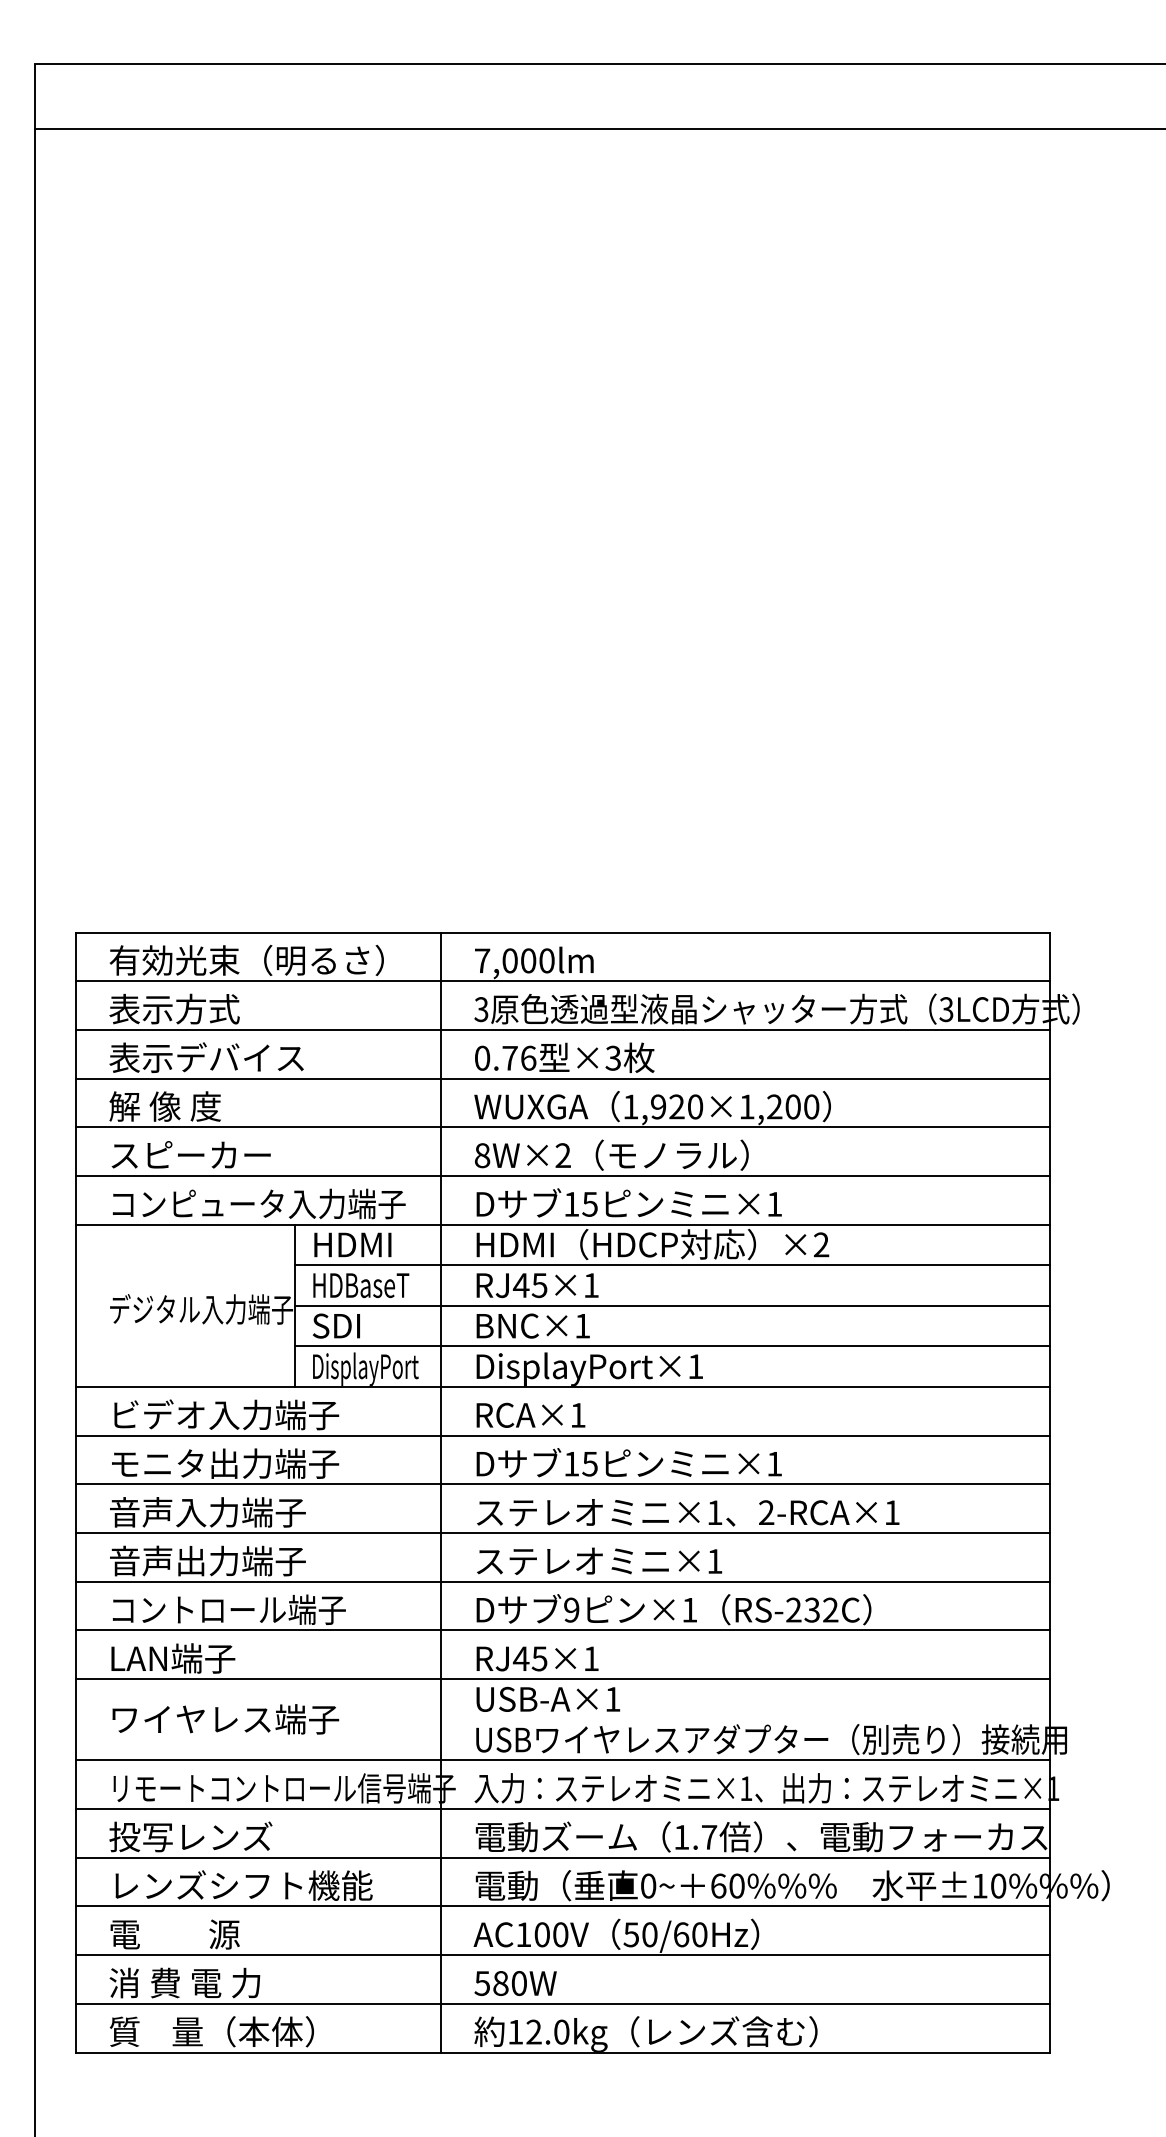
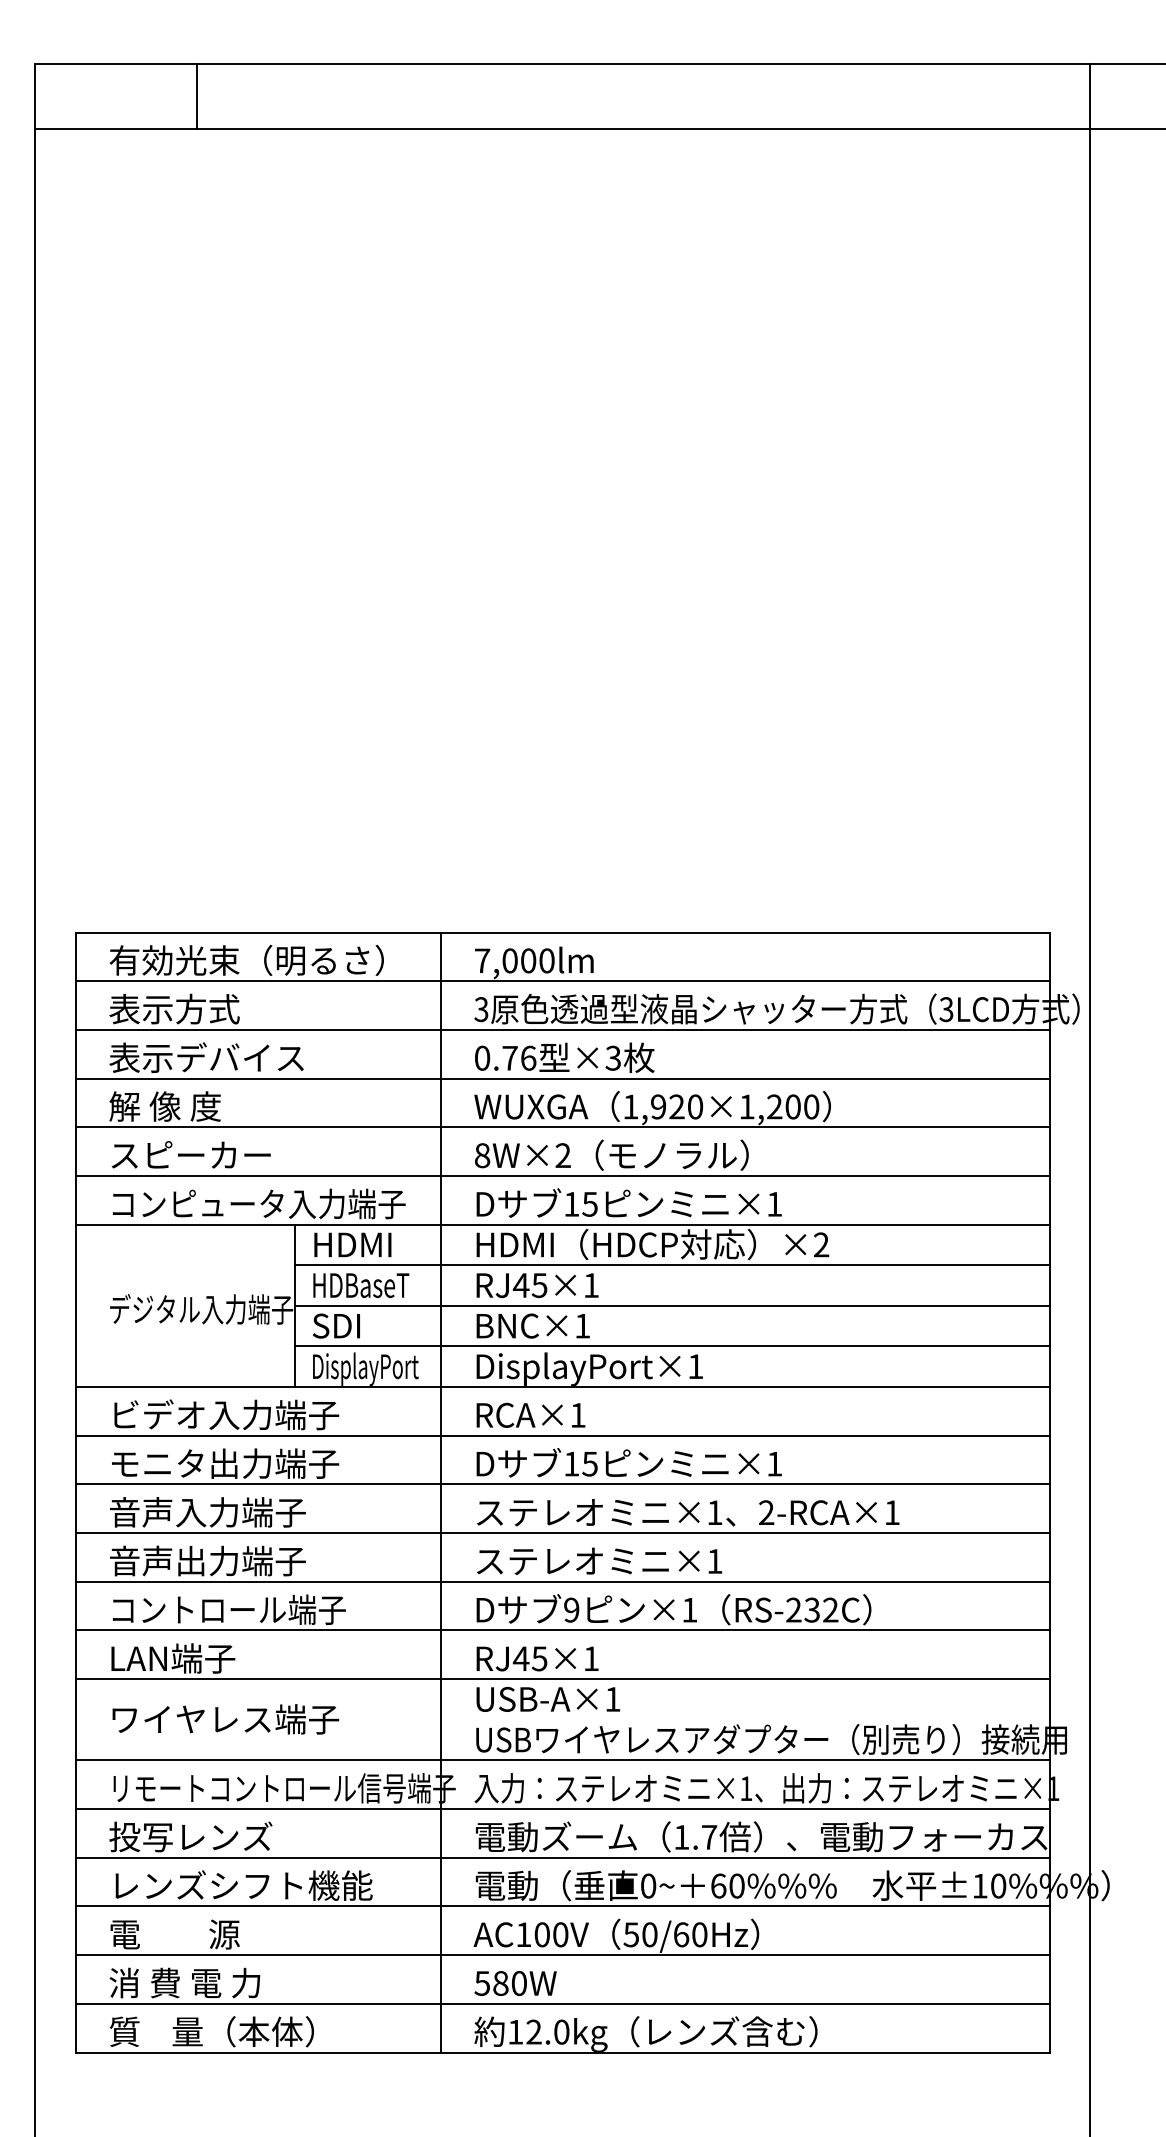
line at (197, 96): none -> present
line at (1090, 1098): none -> present
